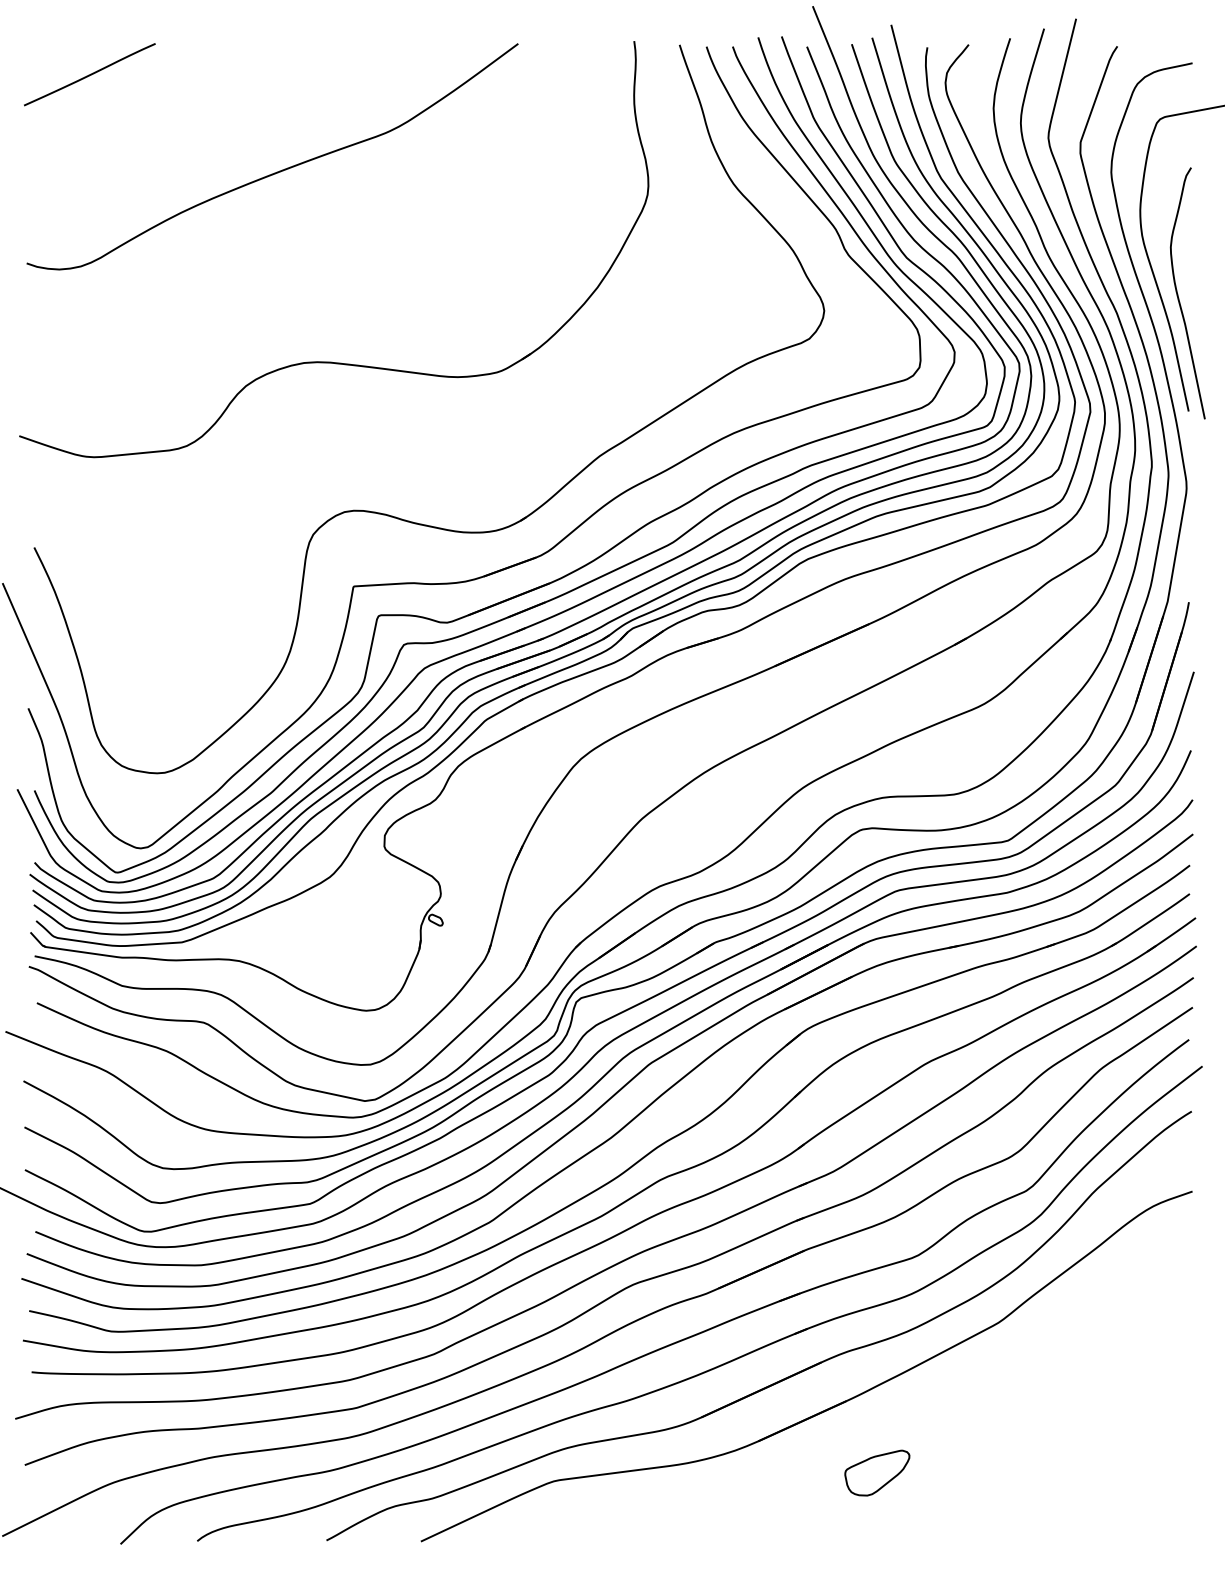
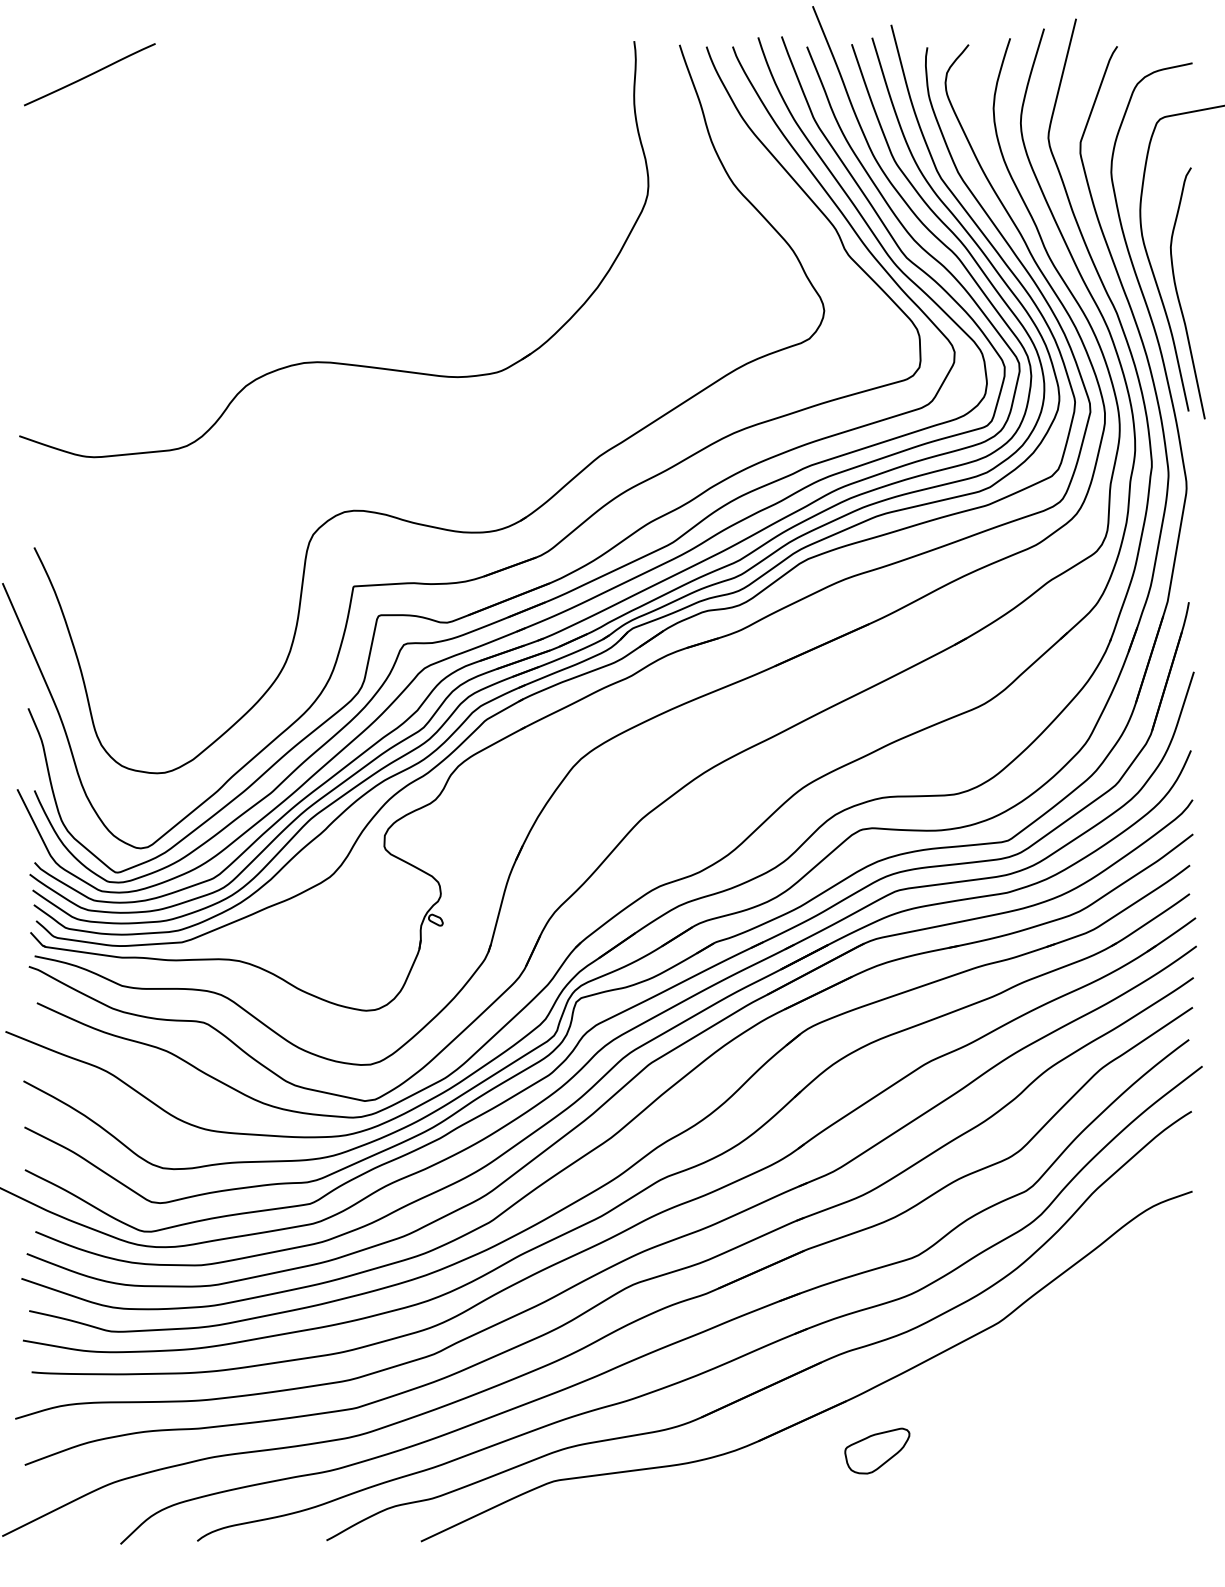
curve at (279, 170): present -> none
part at (877, 1472) position: (877, 1472) -> (877, 1450)
